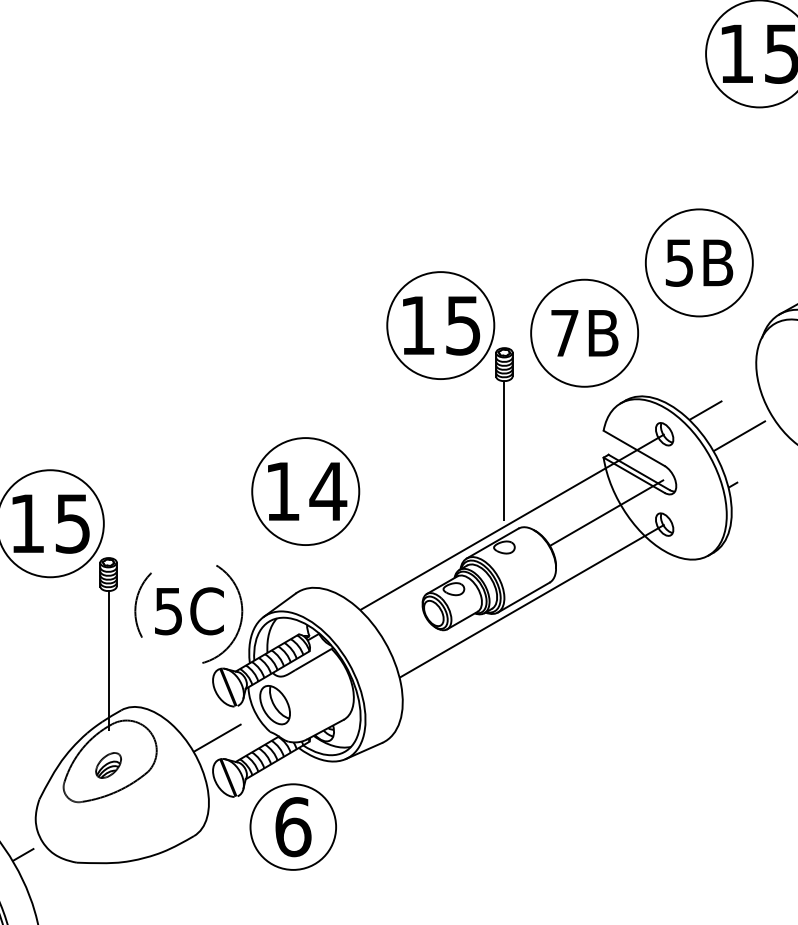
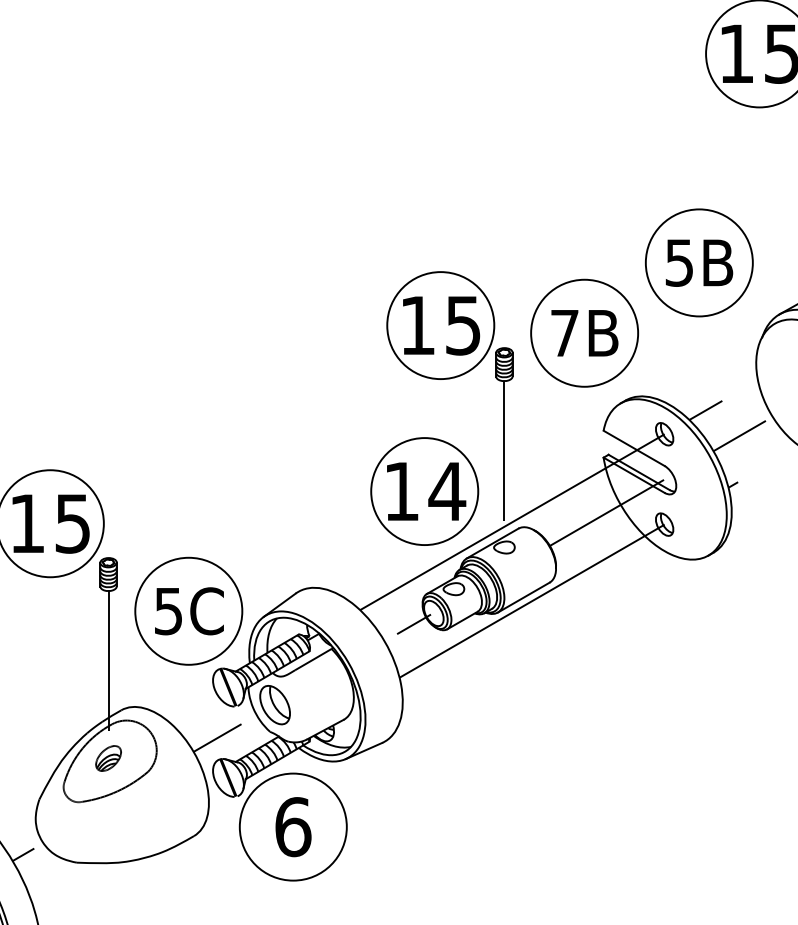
part at (305, 491) position: (305, 491) -> (424, 491)
circle at (188, 610): dashed -> solid
line at (413, 624): none -> present
part at (108, 765) position: (108, 765) -> (108, 758)
circle at (293, 826) diameter: 86 px -> 107 px
